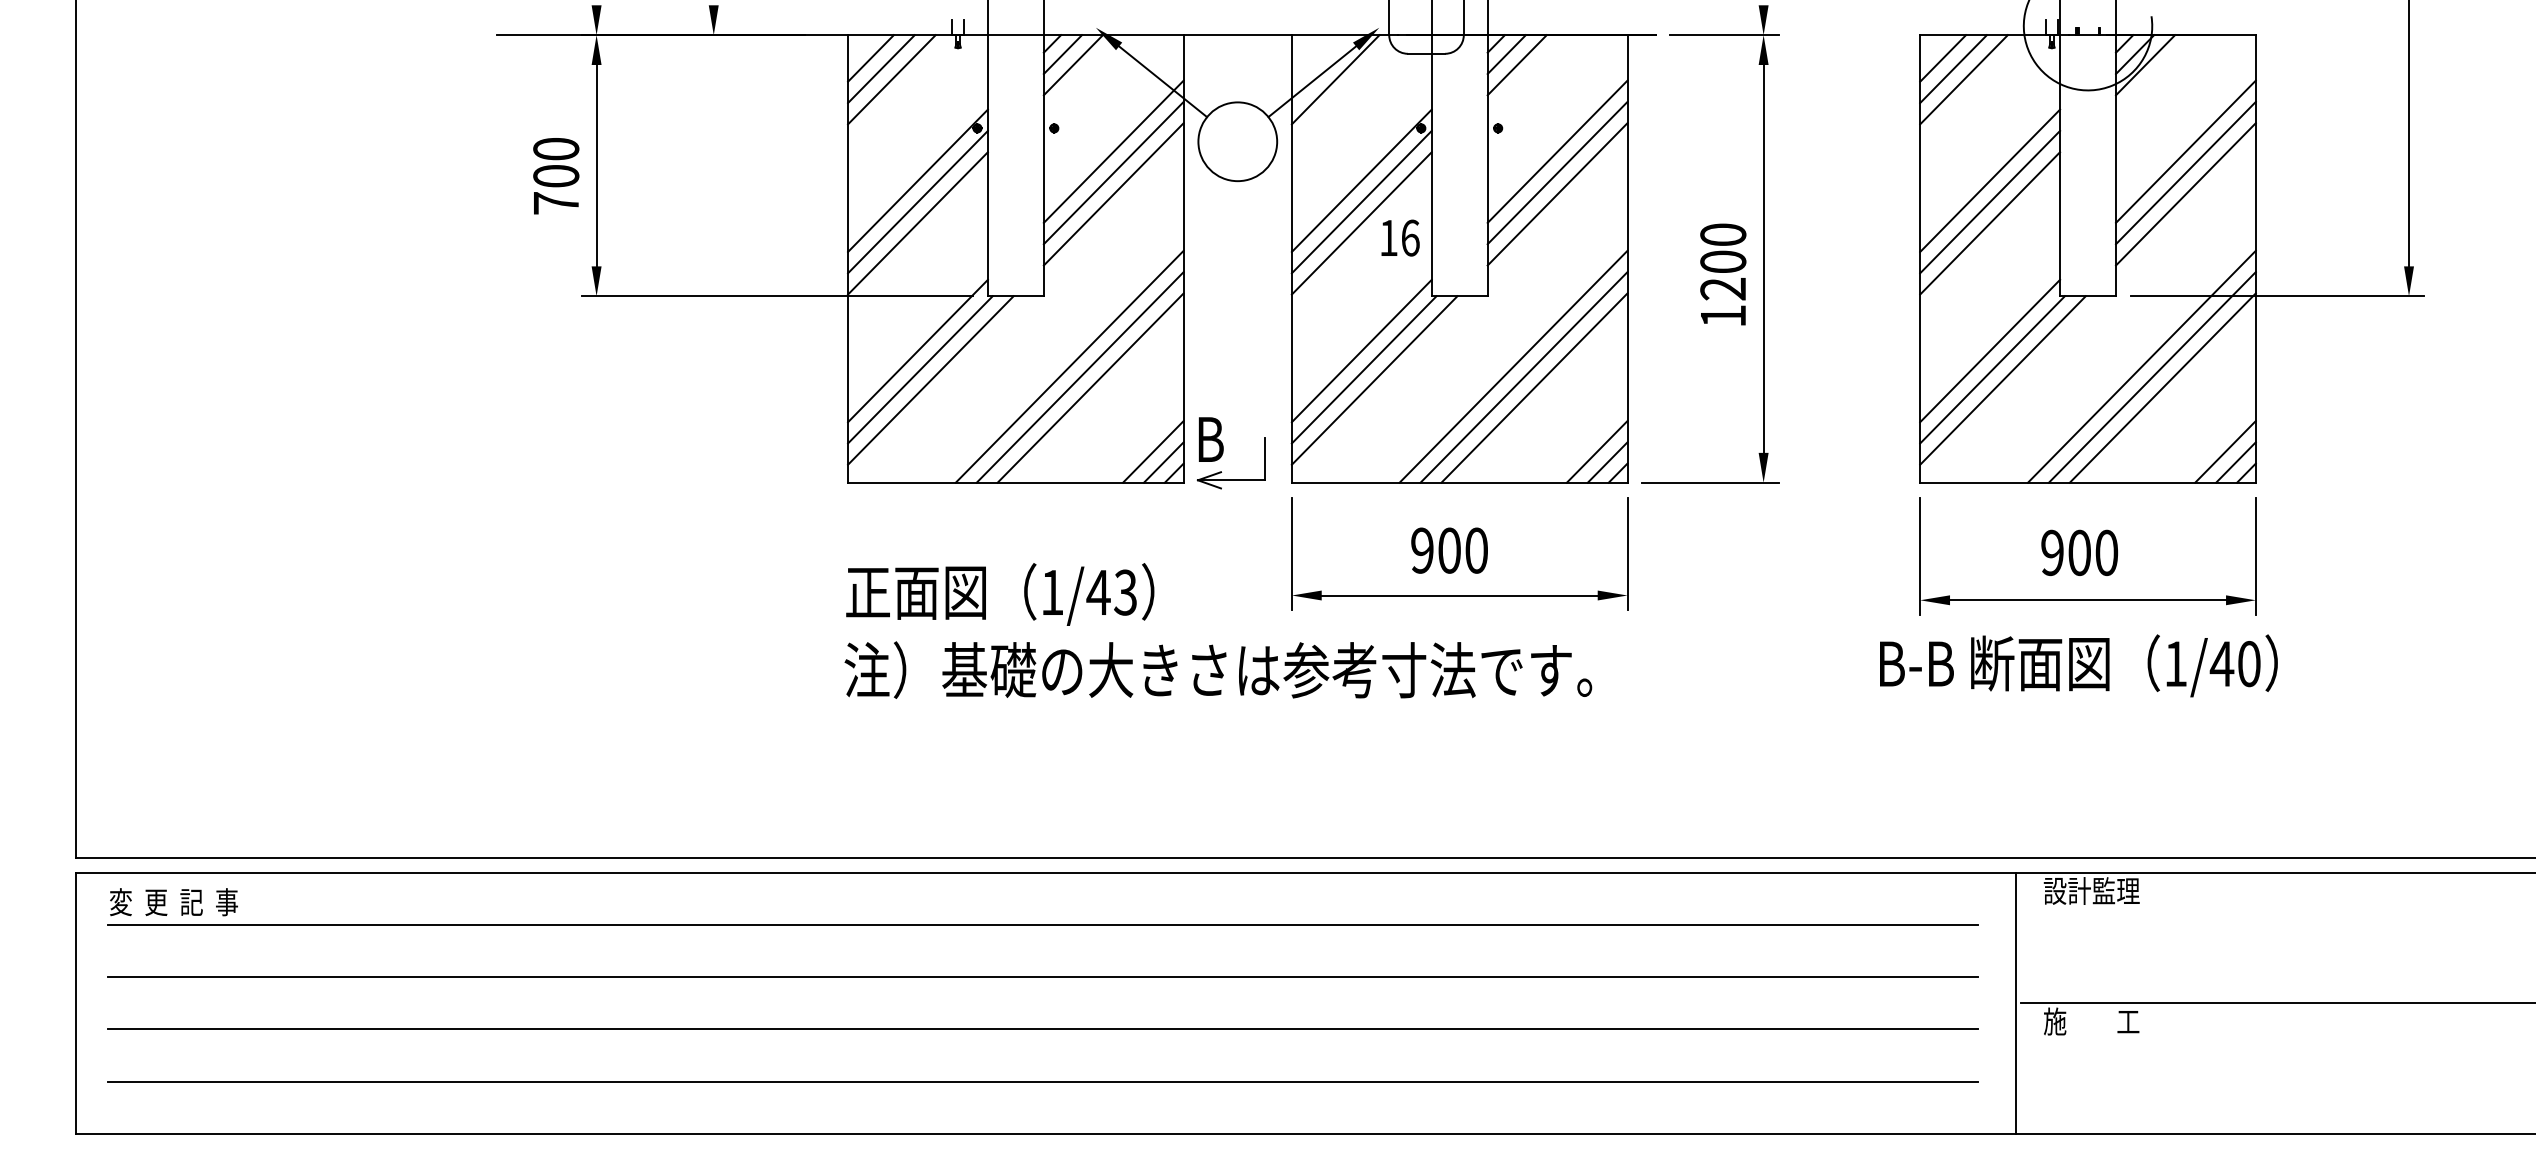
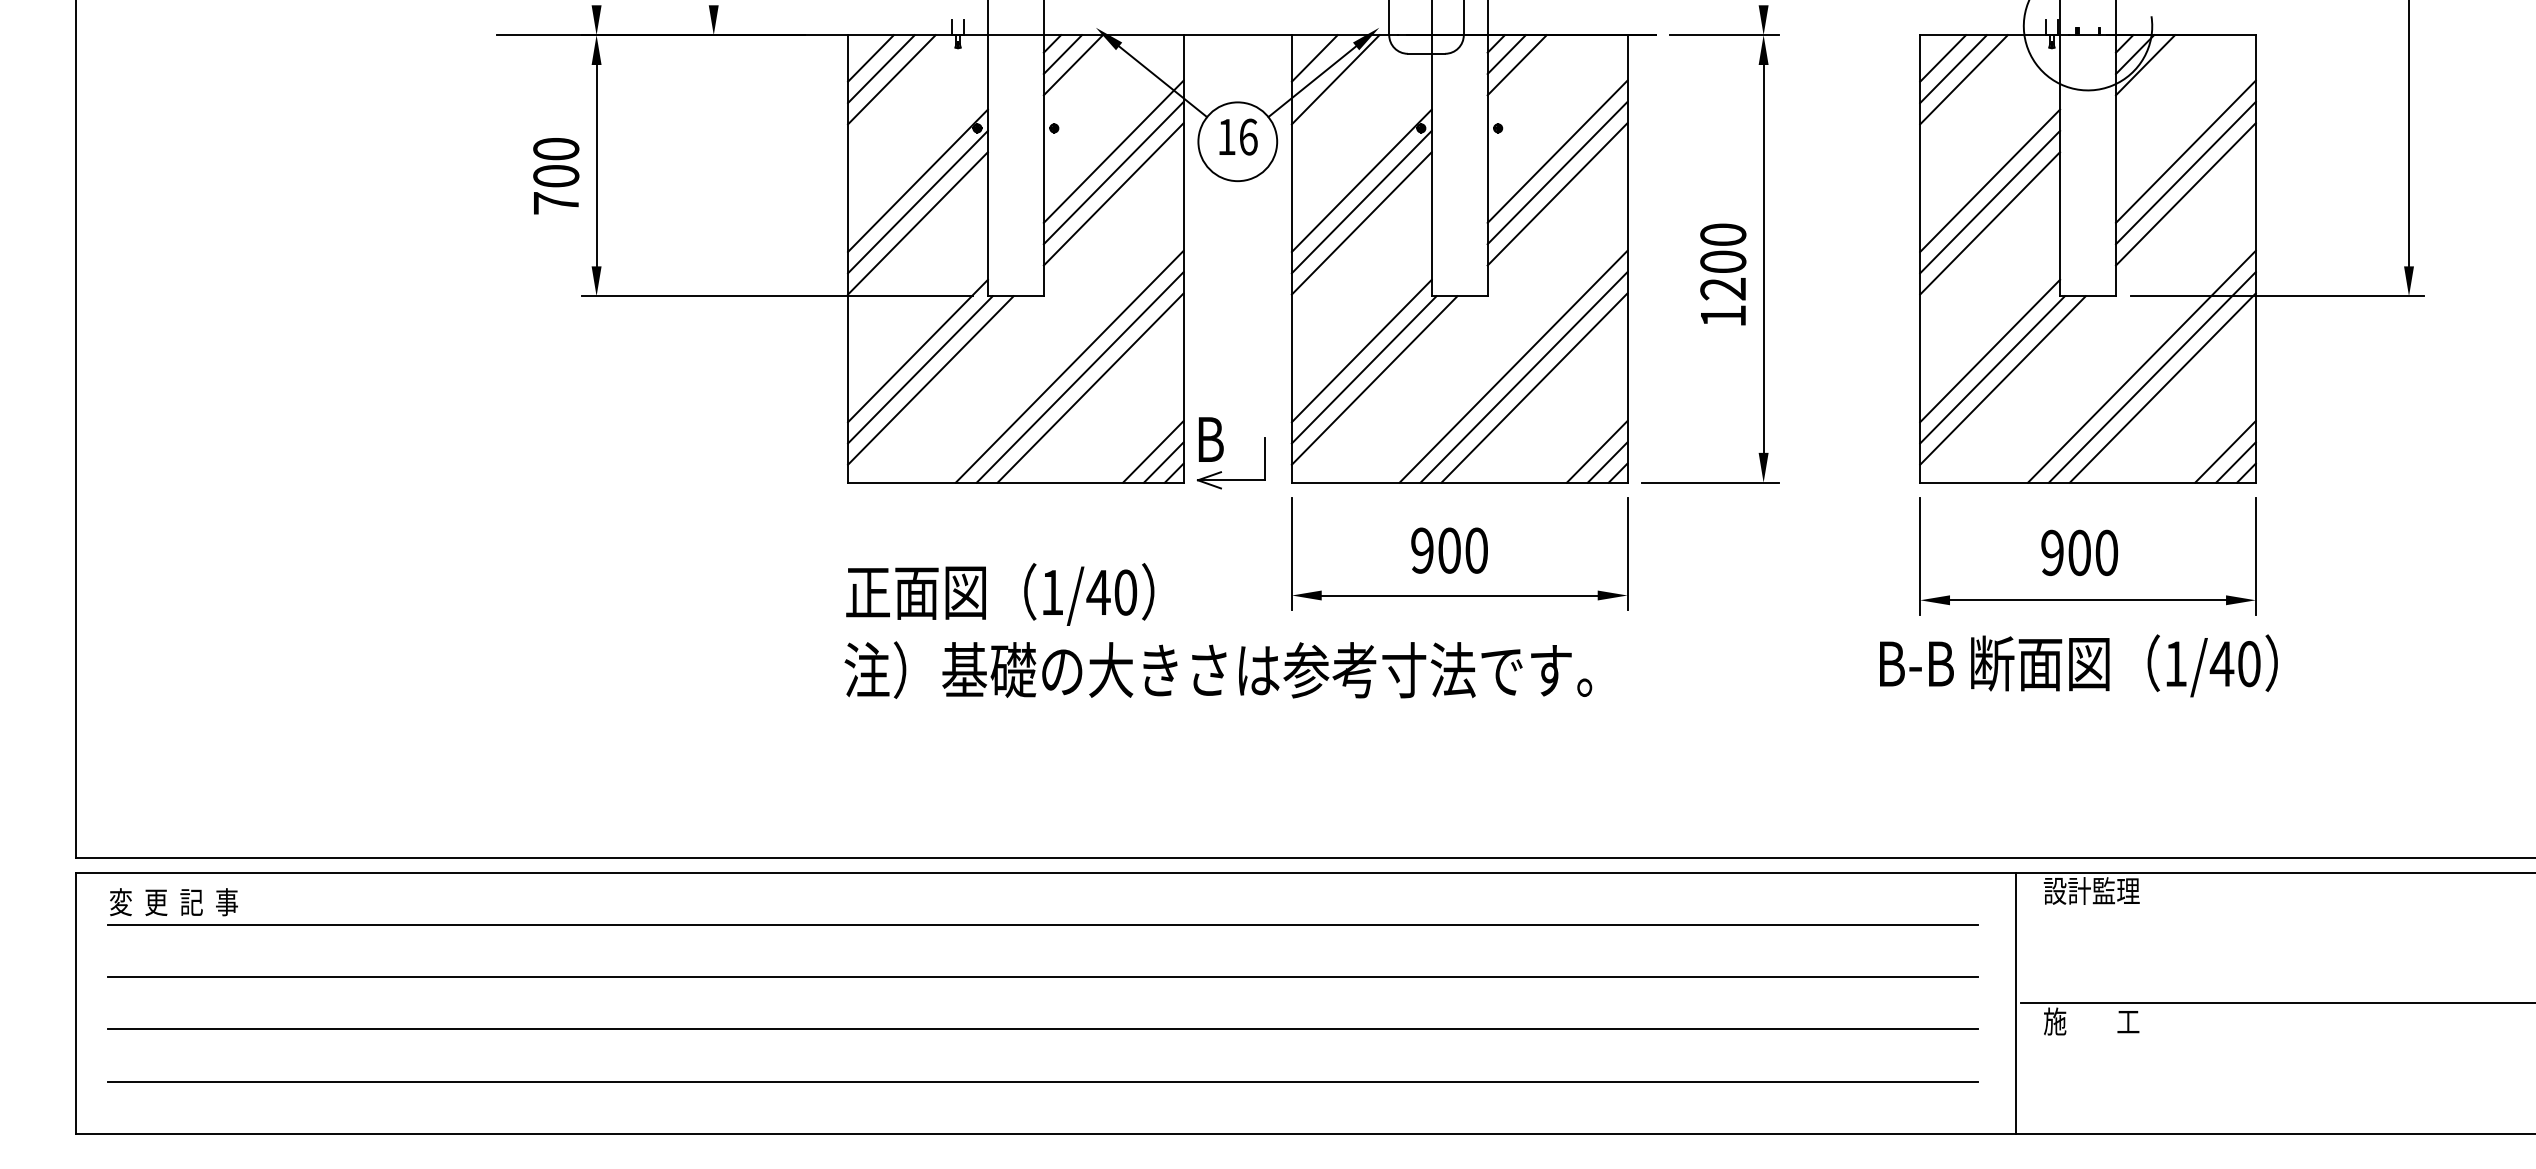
line at (1314, 58): none -> present
text at (1400, 237) position: (1400, 237) -> (1238, 136)
text at (1125, 592): 1/43 -> 1/40
